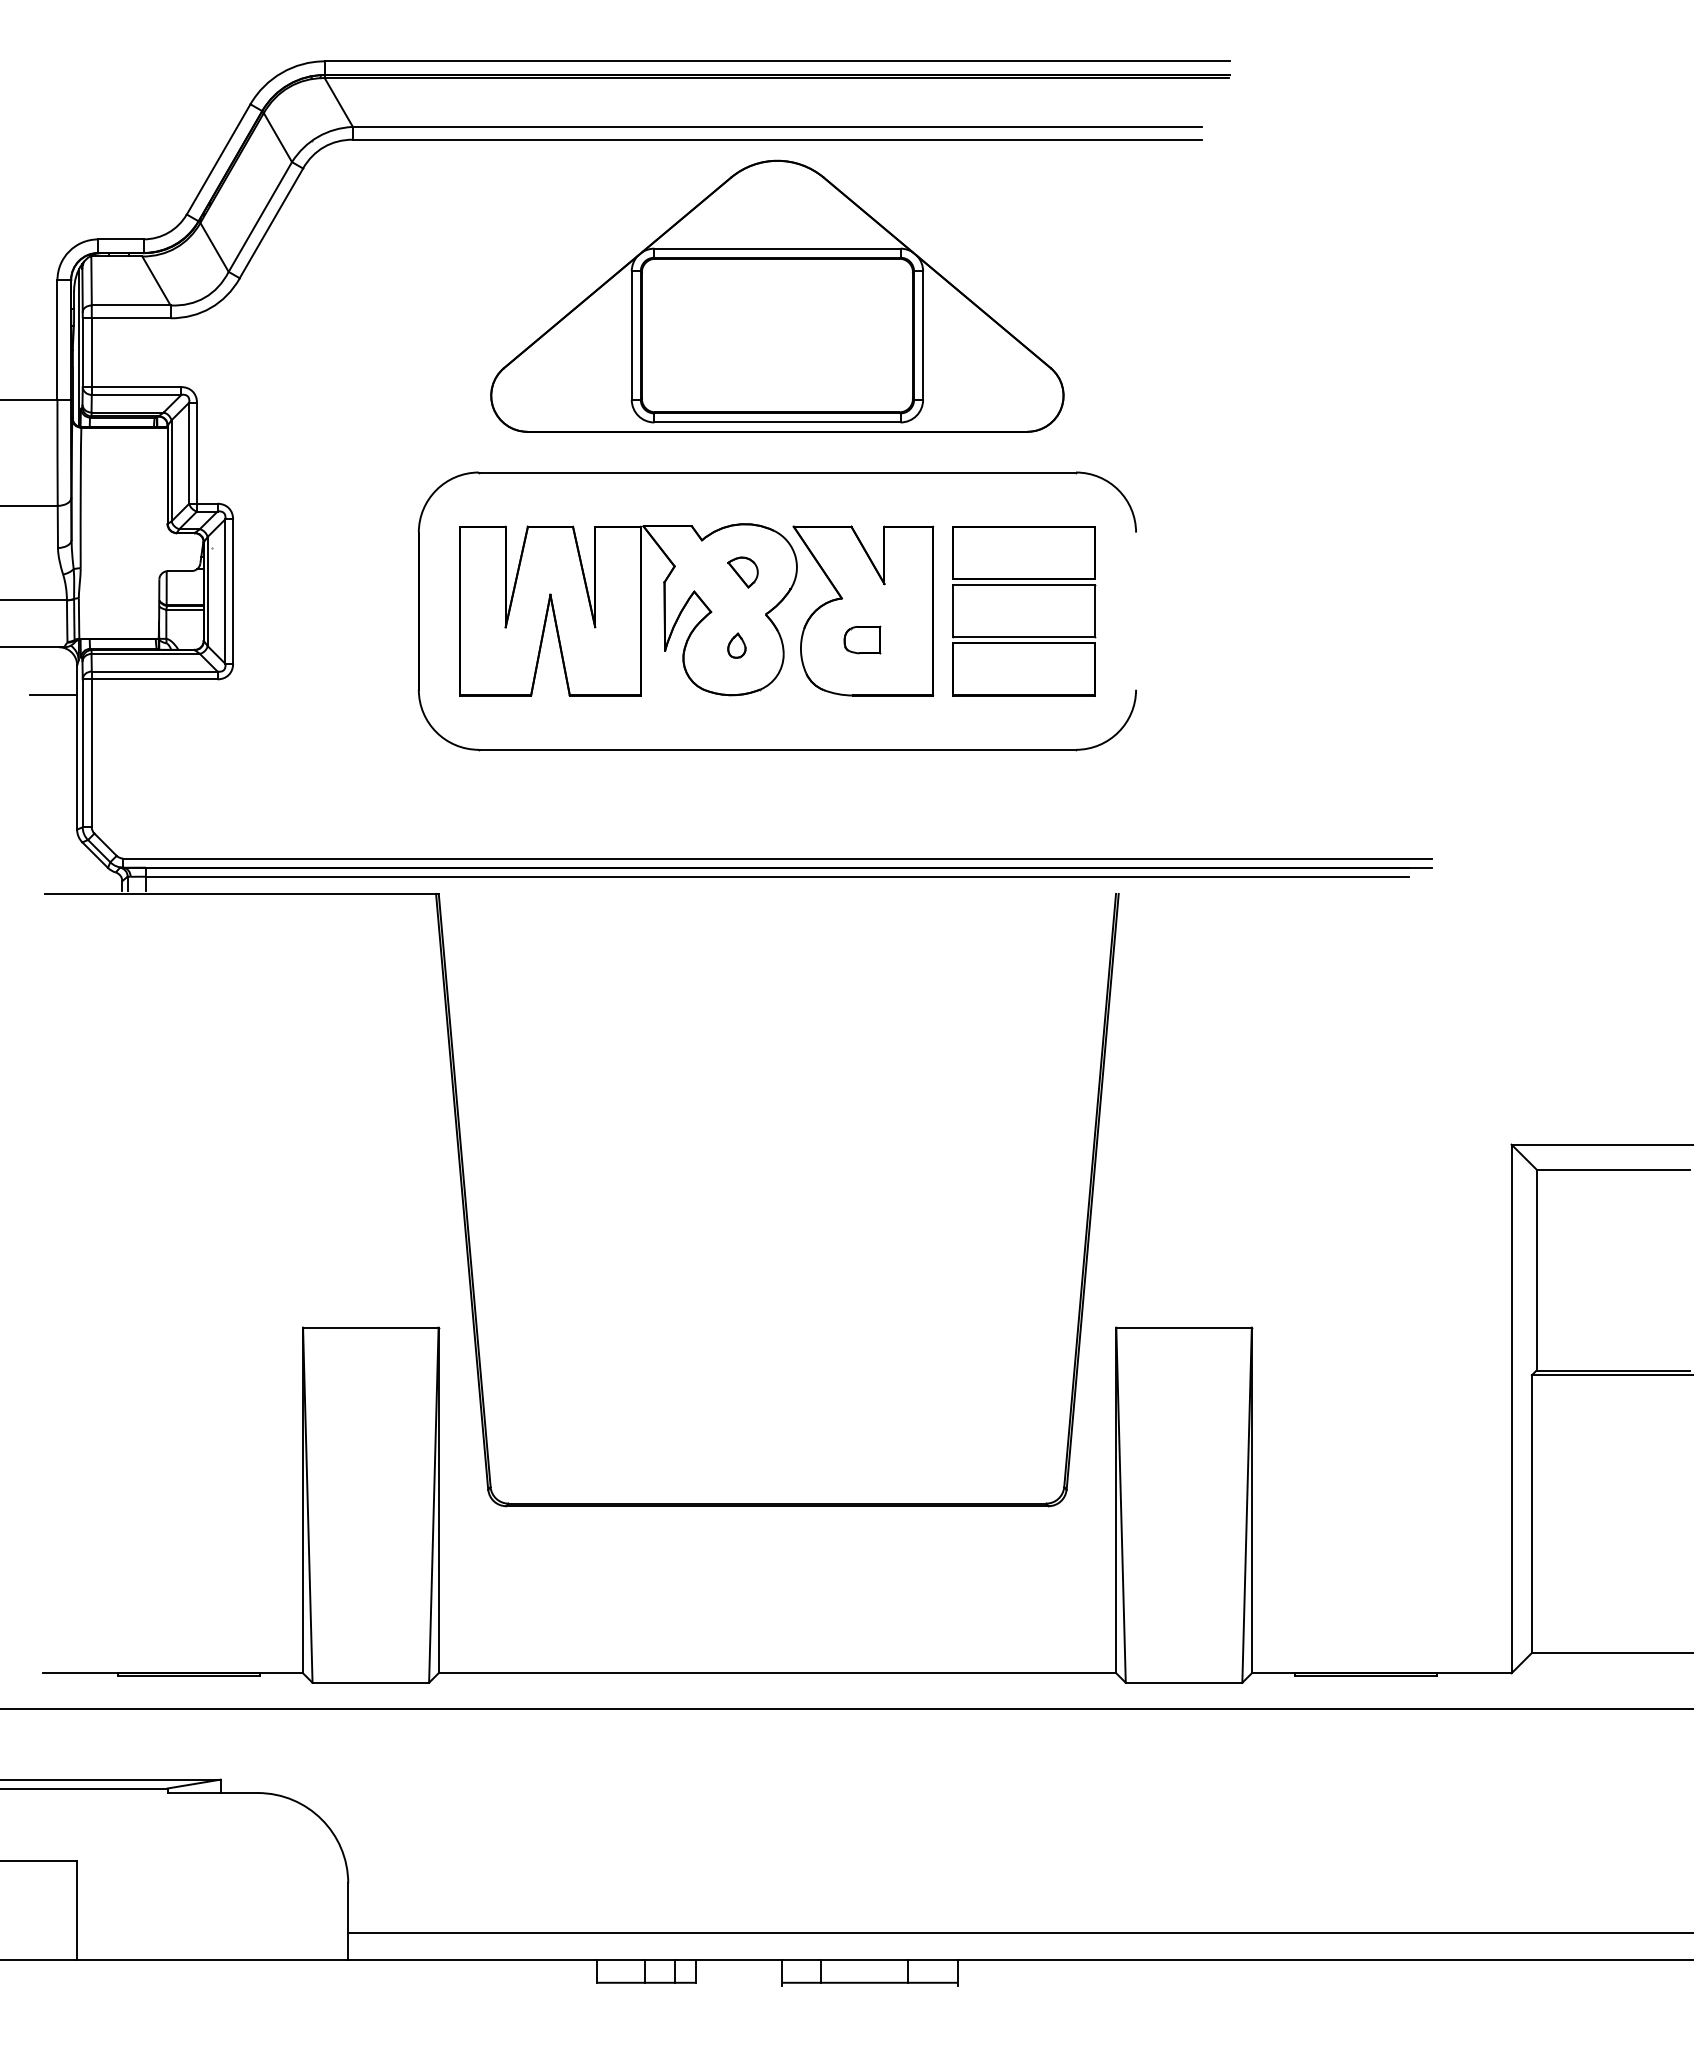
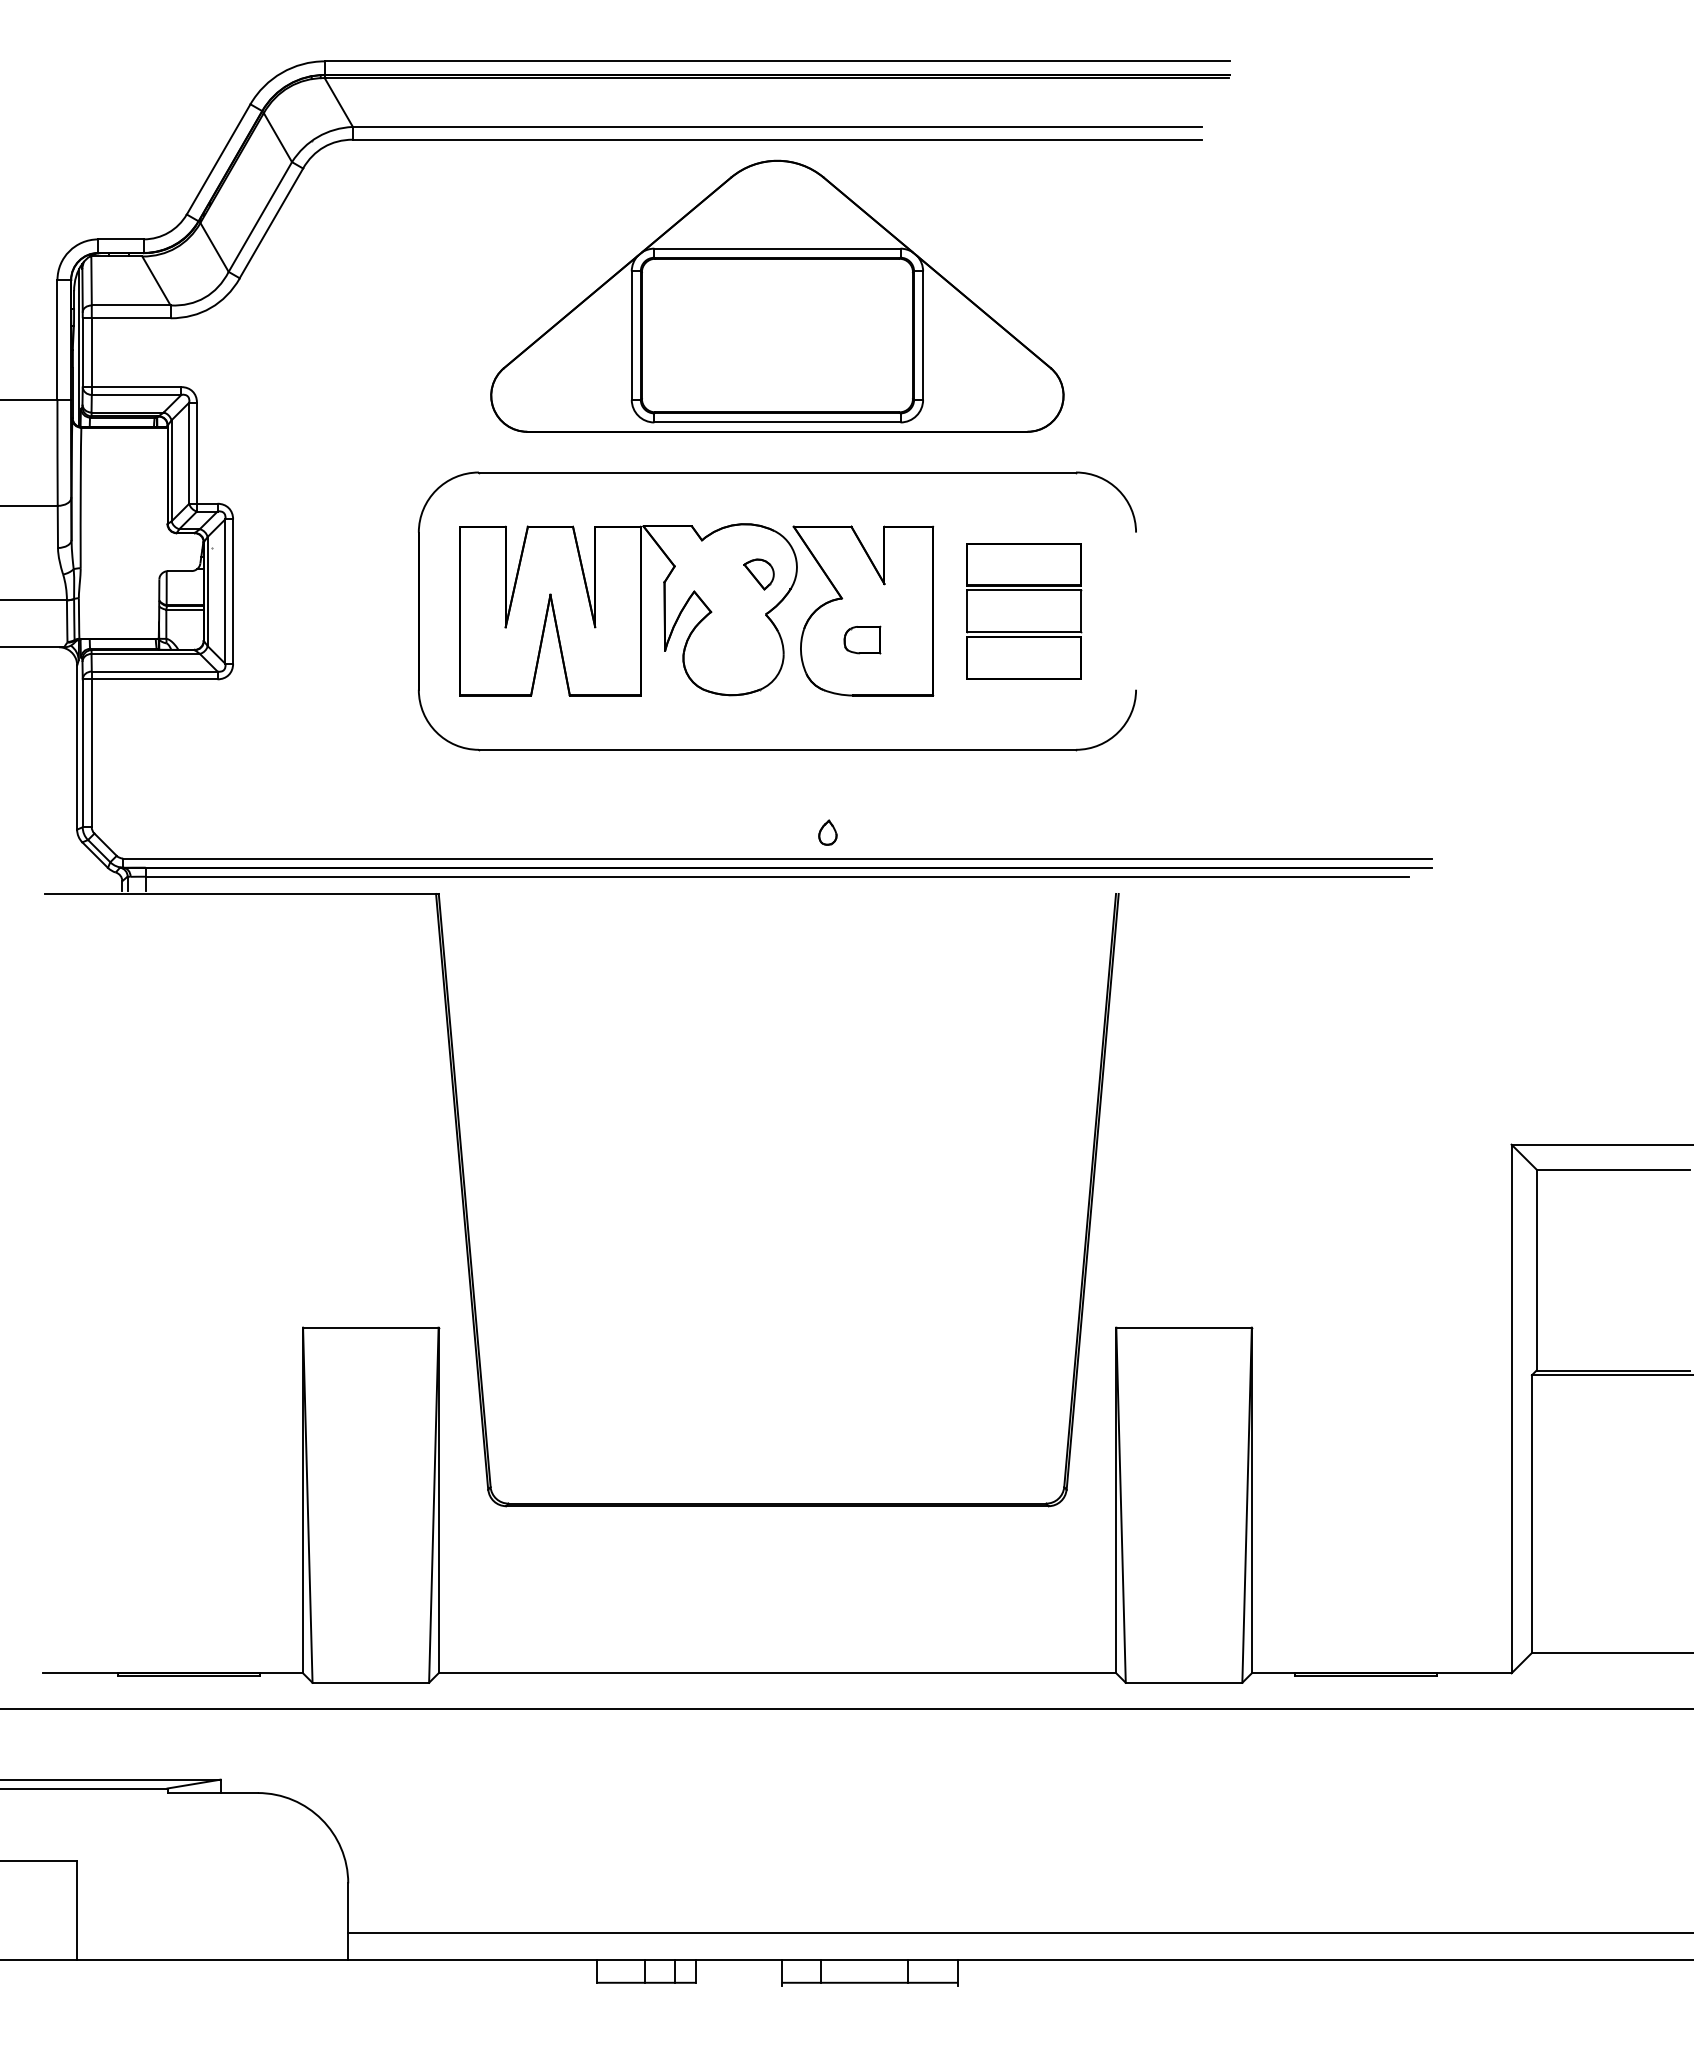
part at (742, 572) position: (742, 572) -> (758, 574)
part at (1024, 611) size: 145x171 px -> 117x137 px
part at (736, 645) position: (736, 645) -> (827, 832)
line at (53, 695): present -> none
